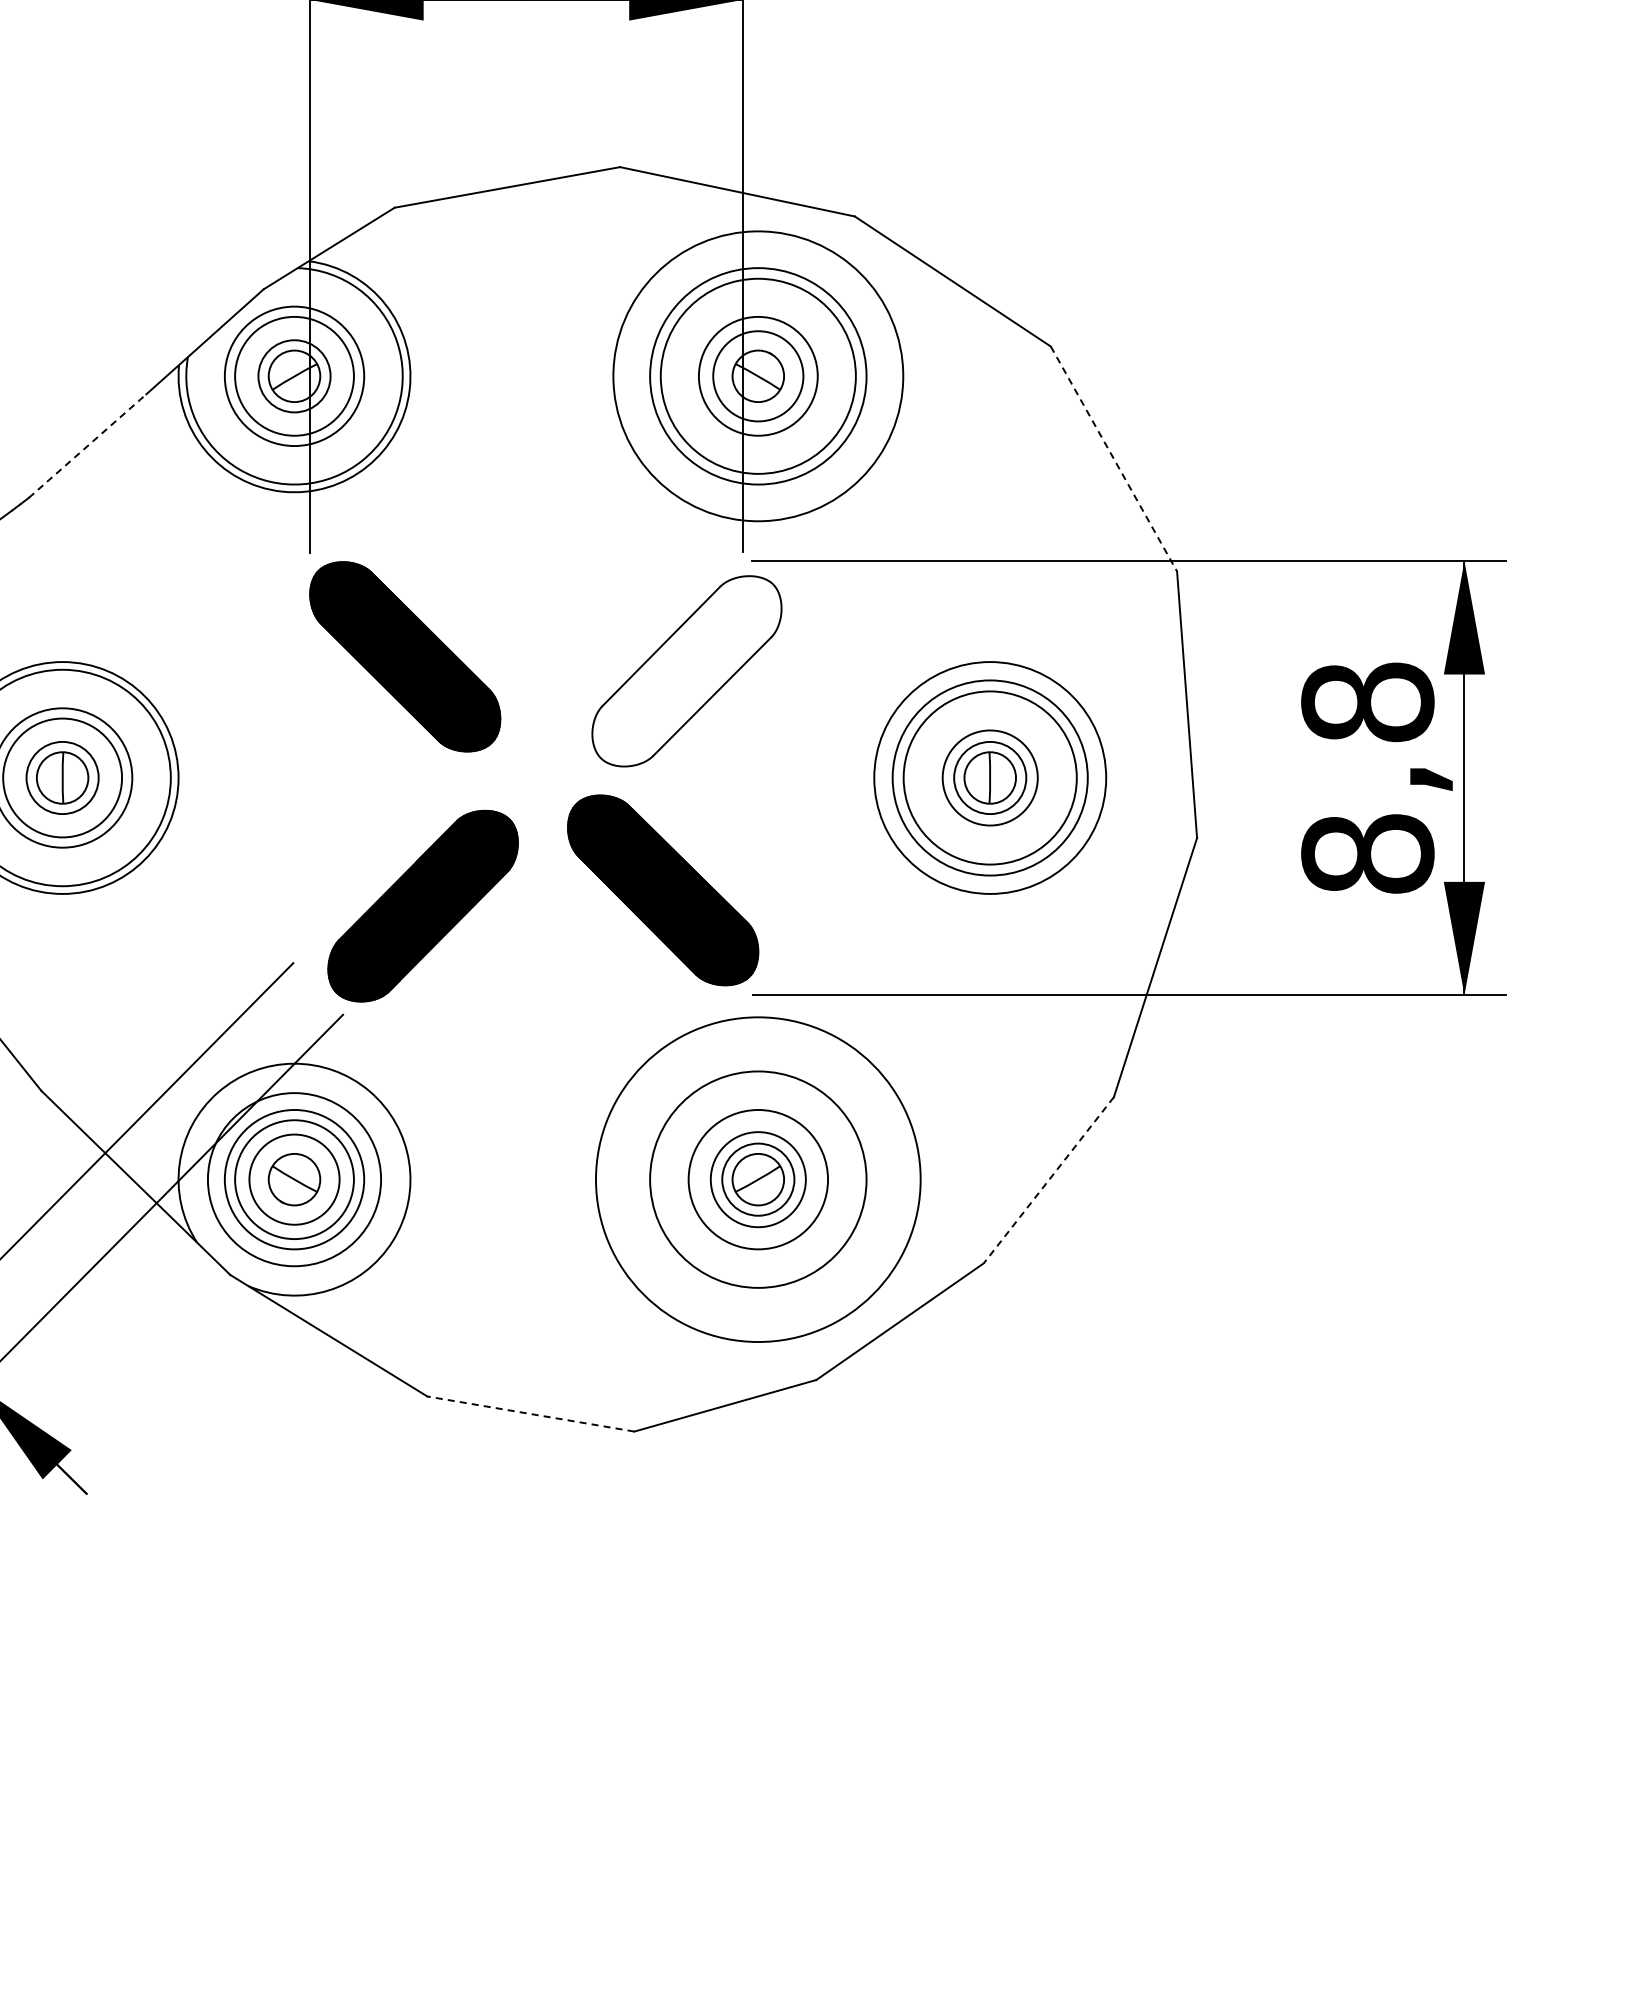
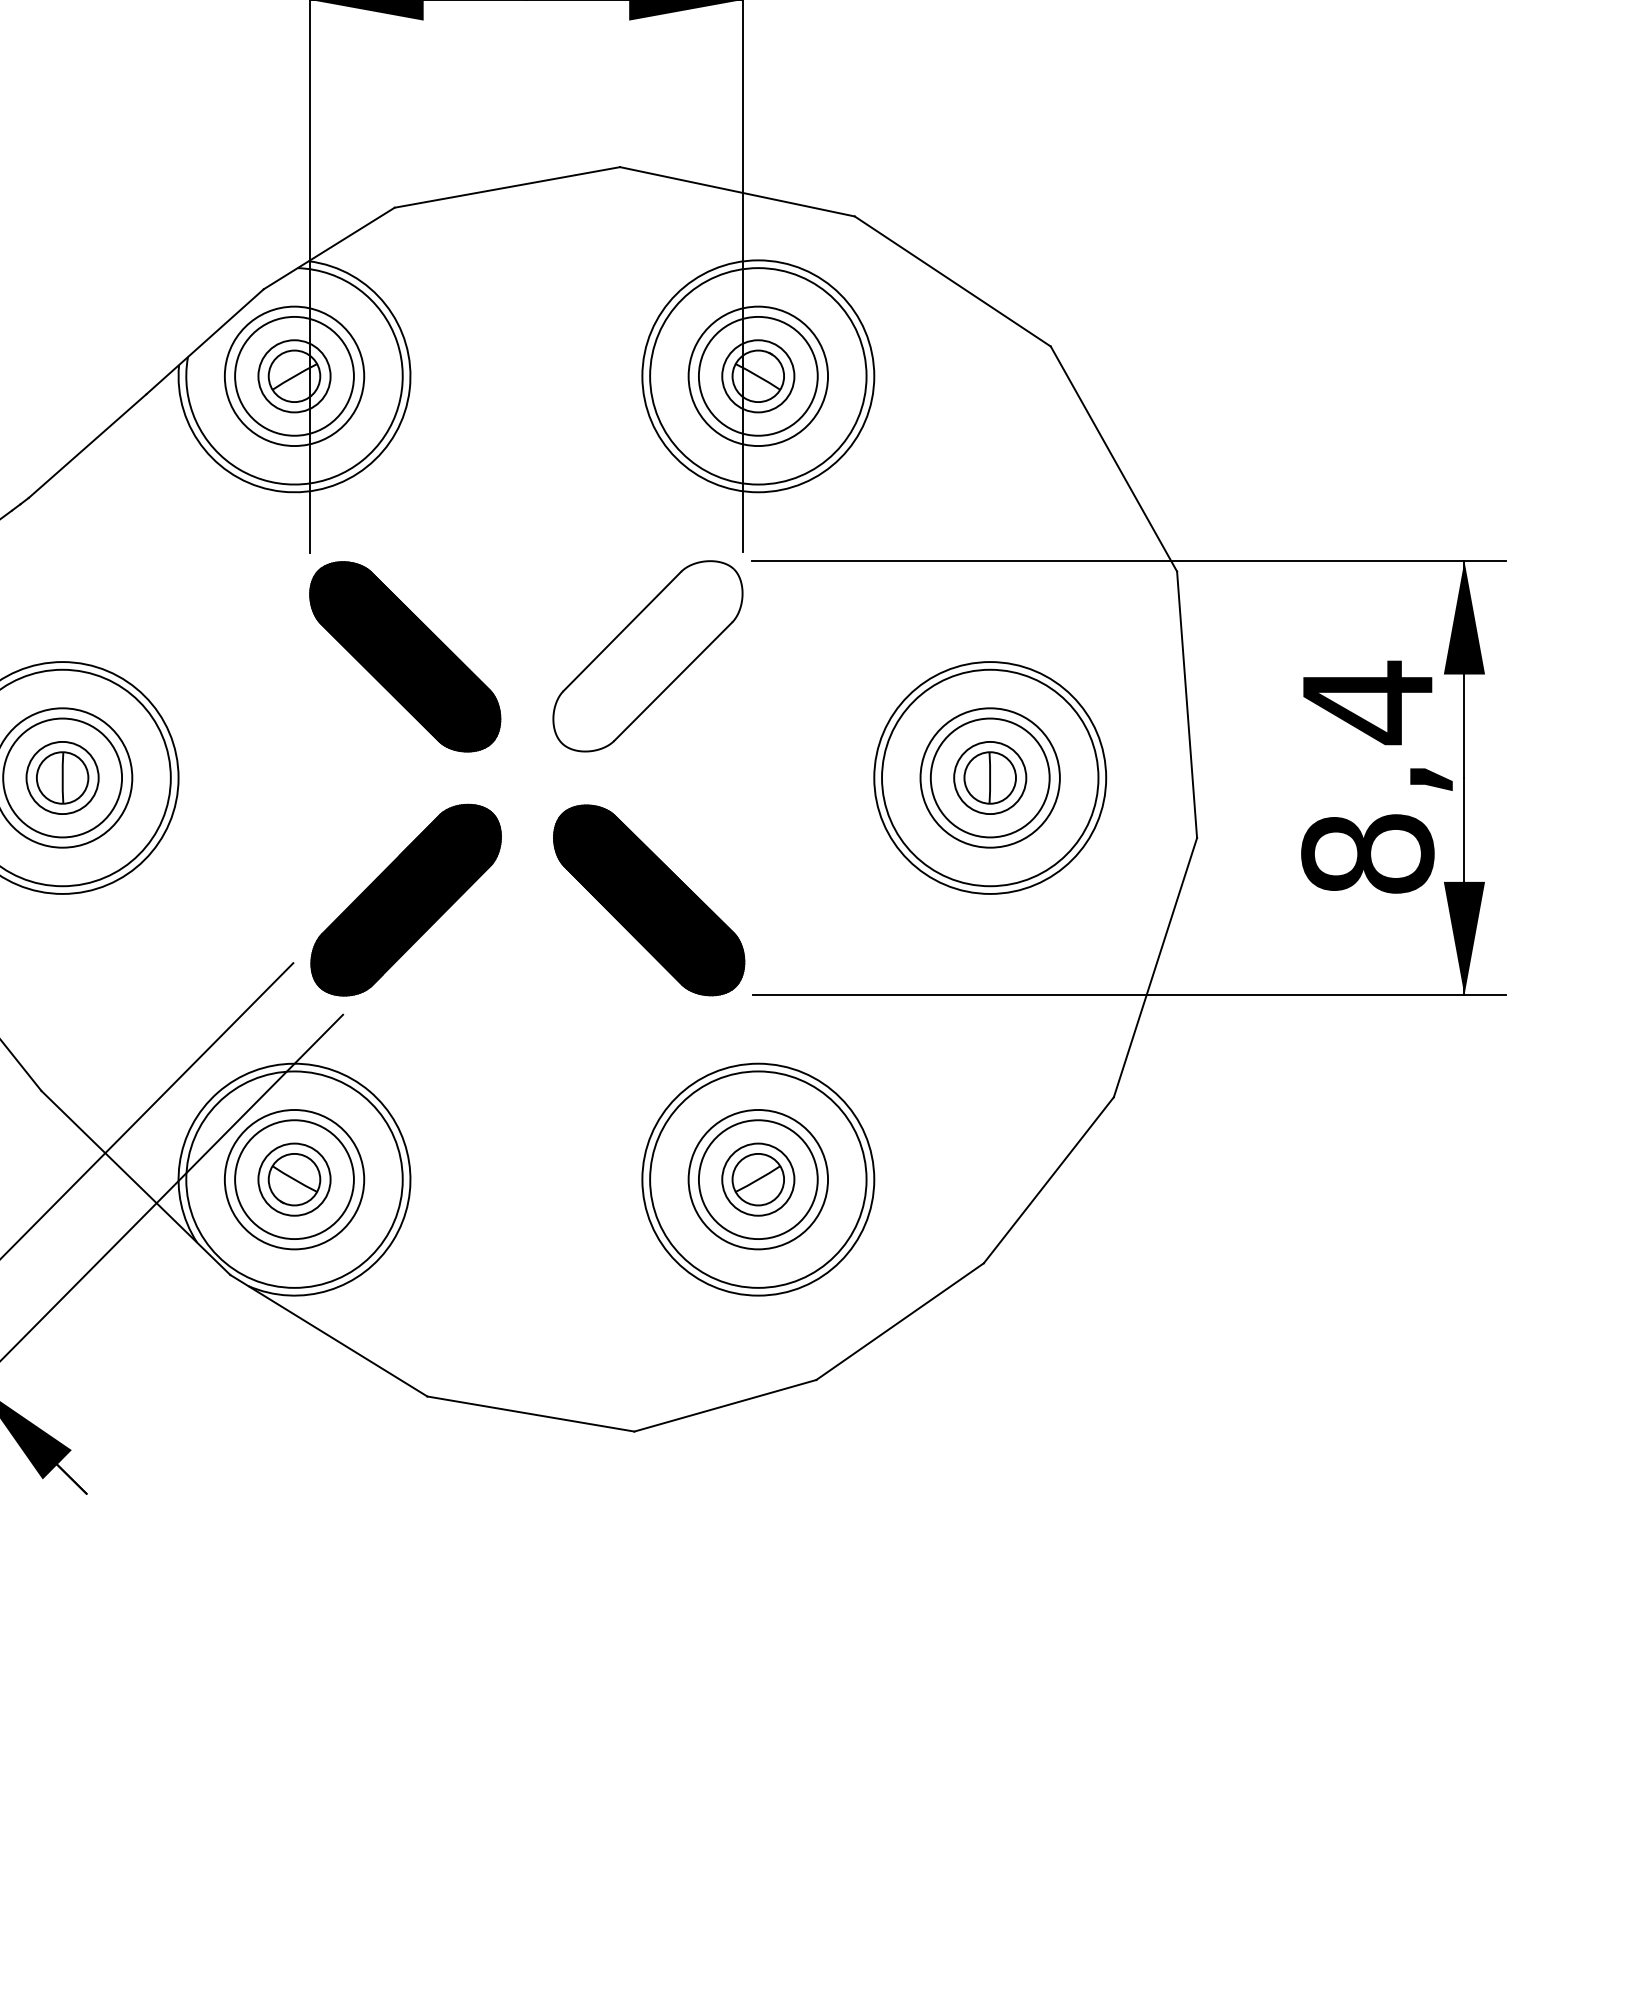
circle at (757, 375) diameter: 195 px -> 139 px
circle at (758, 376) diameter: 290 px -> 232 px
circle at (758, 376) diameter: 90 px -> 72 px
line at (88, 445): dashed -> solid
line at (1114, 459): dashed -> solid
part at (686, 671) position: (686, 671) -> (647, 656)
text at (1367, 702): 8,8 -> 8,4
circle at (989, 777) diameter: 173 px -> 216 px
circle at (989, 777) diameter: 195 px -> 139 px
circle at (989, 777) diameter: 95 px -> 119 px
part at (663, 890) position: (663, 890) -> (649, 900)
part at (422, 905) position: (422, 905) -> (405, 899)
circle at (294, 1179) diameter: 173 px -> 216 px
circle at (294, 1179) diameter: 90 px -> 72 px
circle at (757, 1179) diameter: 95 px -> 119 px
circle at (758, 1179) diameter: 325 px -> 232 px
line at (1048, 1180): dashed -> solid
line at (530, 1414): dashed -> solid
